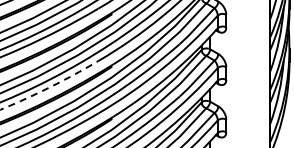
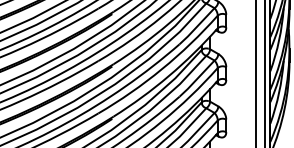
line at (256, 73): none -> present
line at (264, 73): none -> present
arc at (50, 87): dashed -> solid
